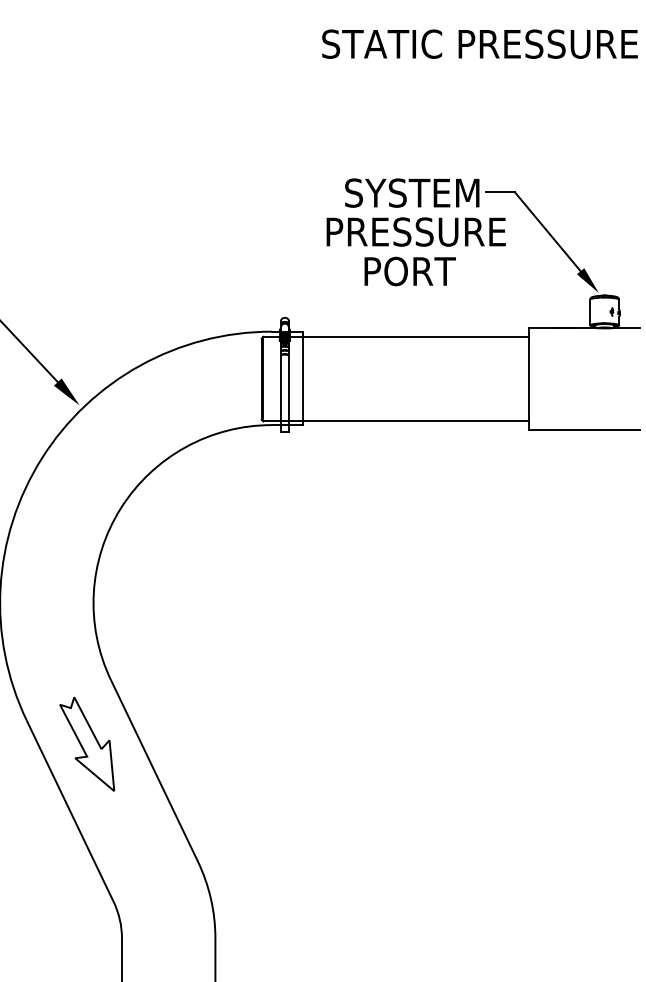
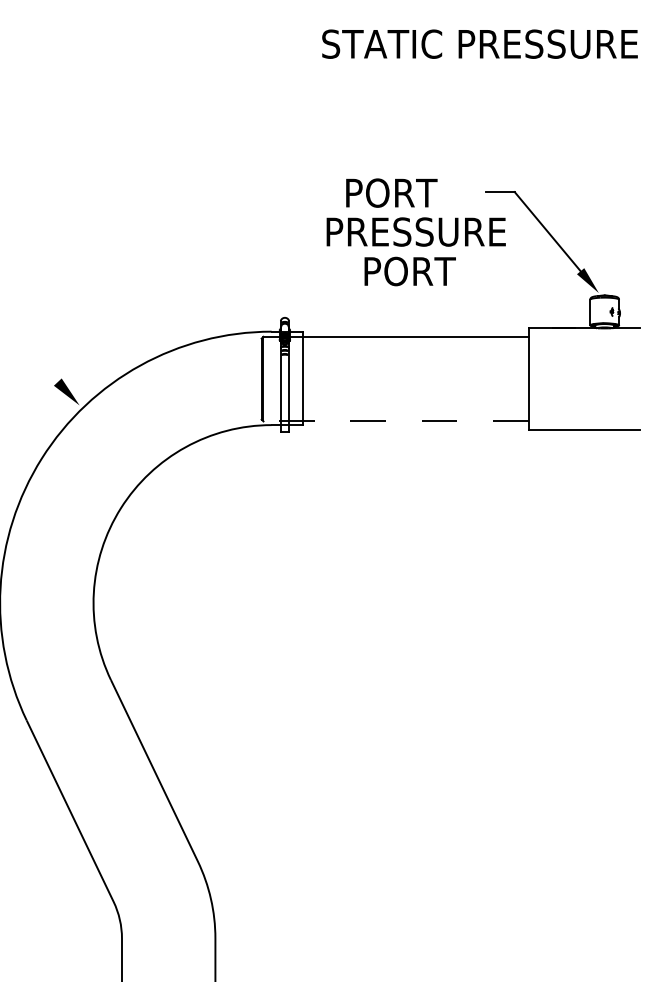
text at (412, 192): SYSTEM -> PORT
line at (29, 352): present -> none
line at (395, 421): solid -> dashed
part at (87, 743): present -> none
